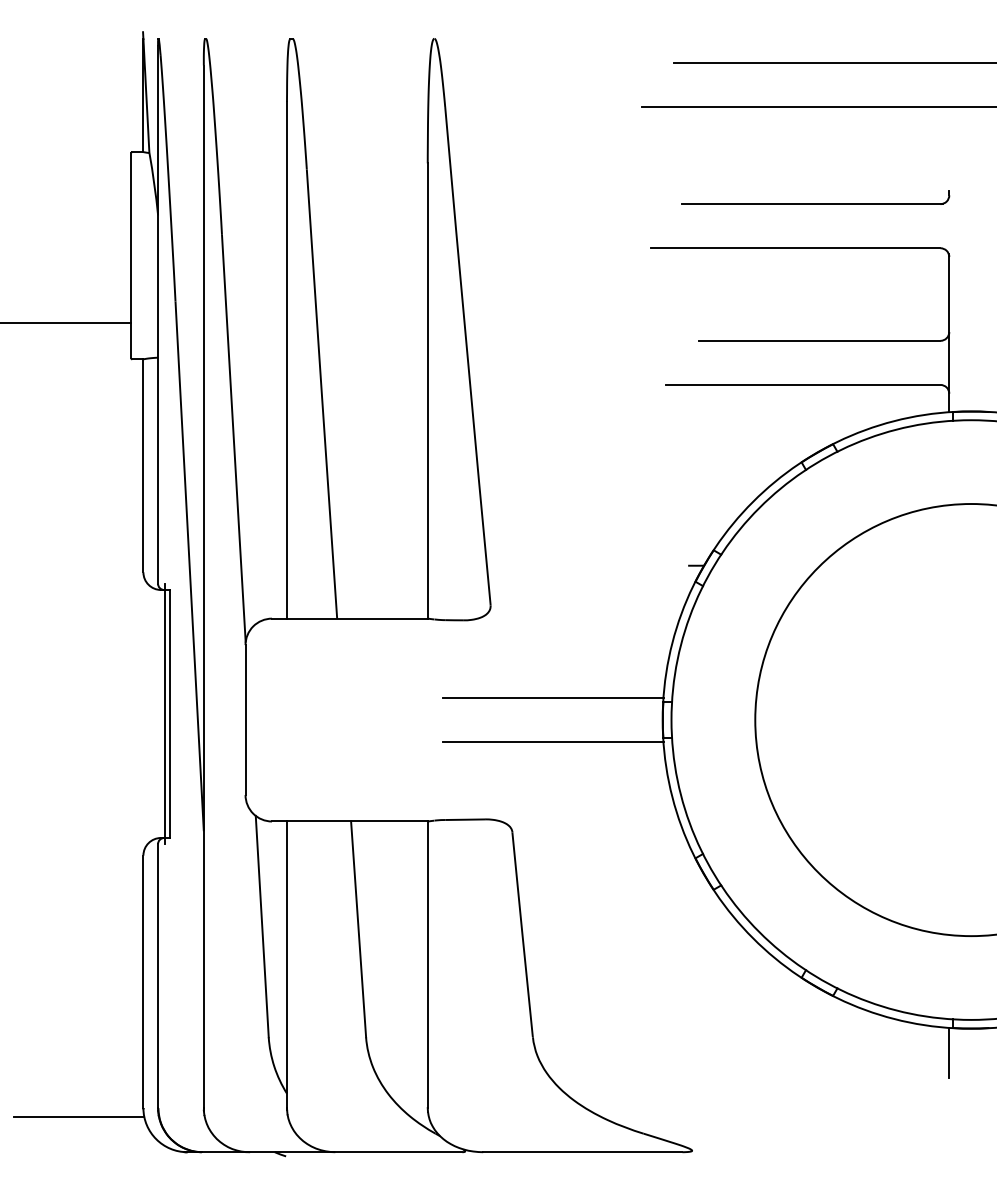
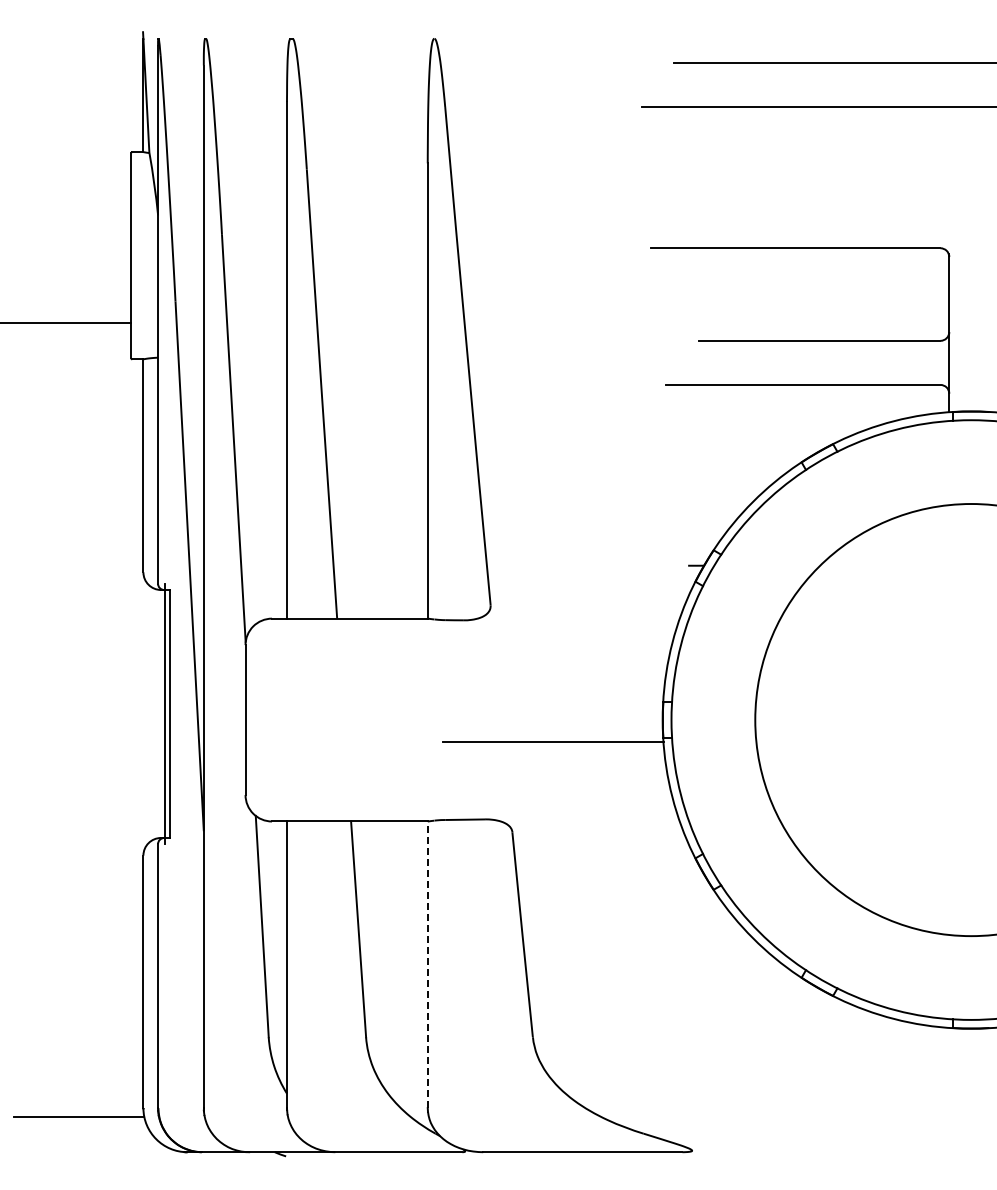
part at (815, 197): present -> none
line at (553, 698): present -> none
line at (427, 964): solid -> dashed
line at (949, 1052): present -> none
